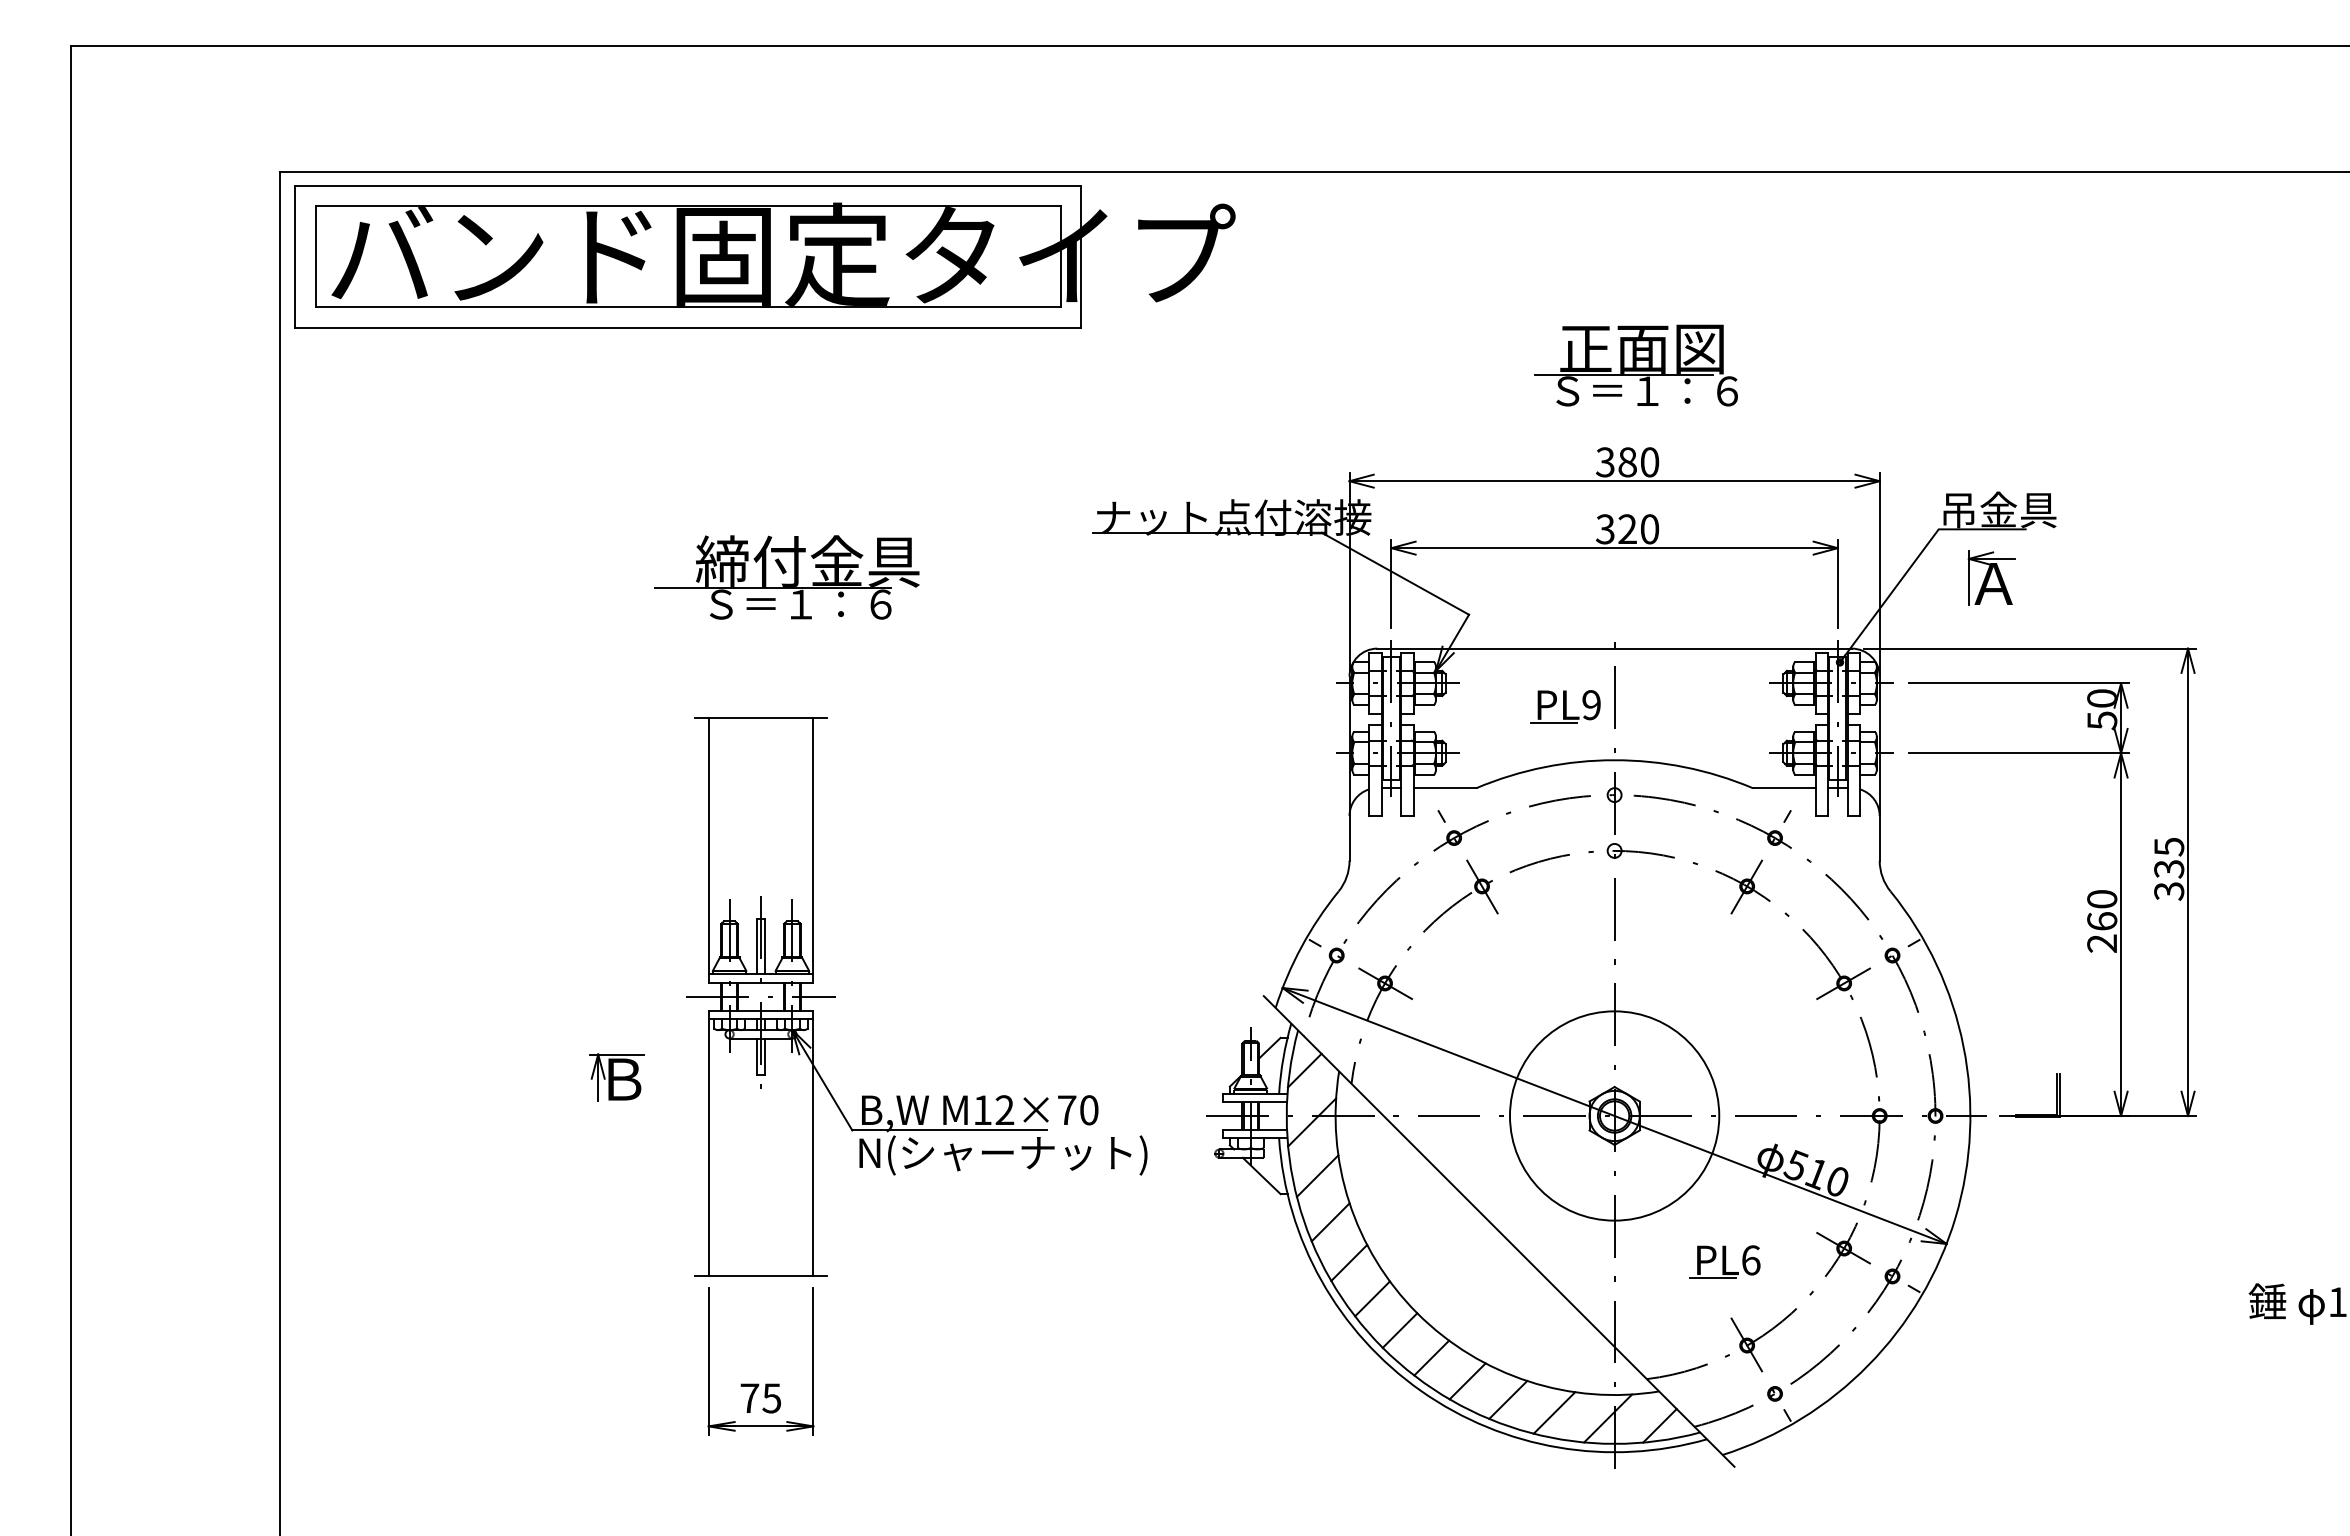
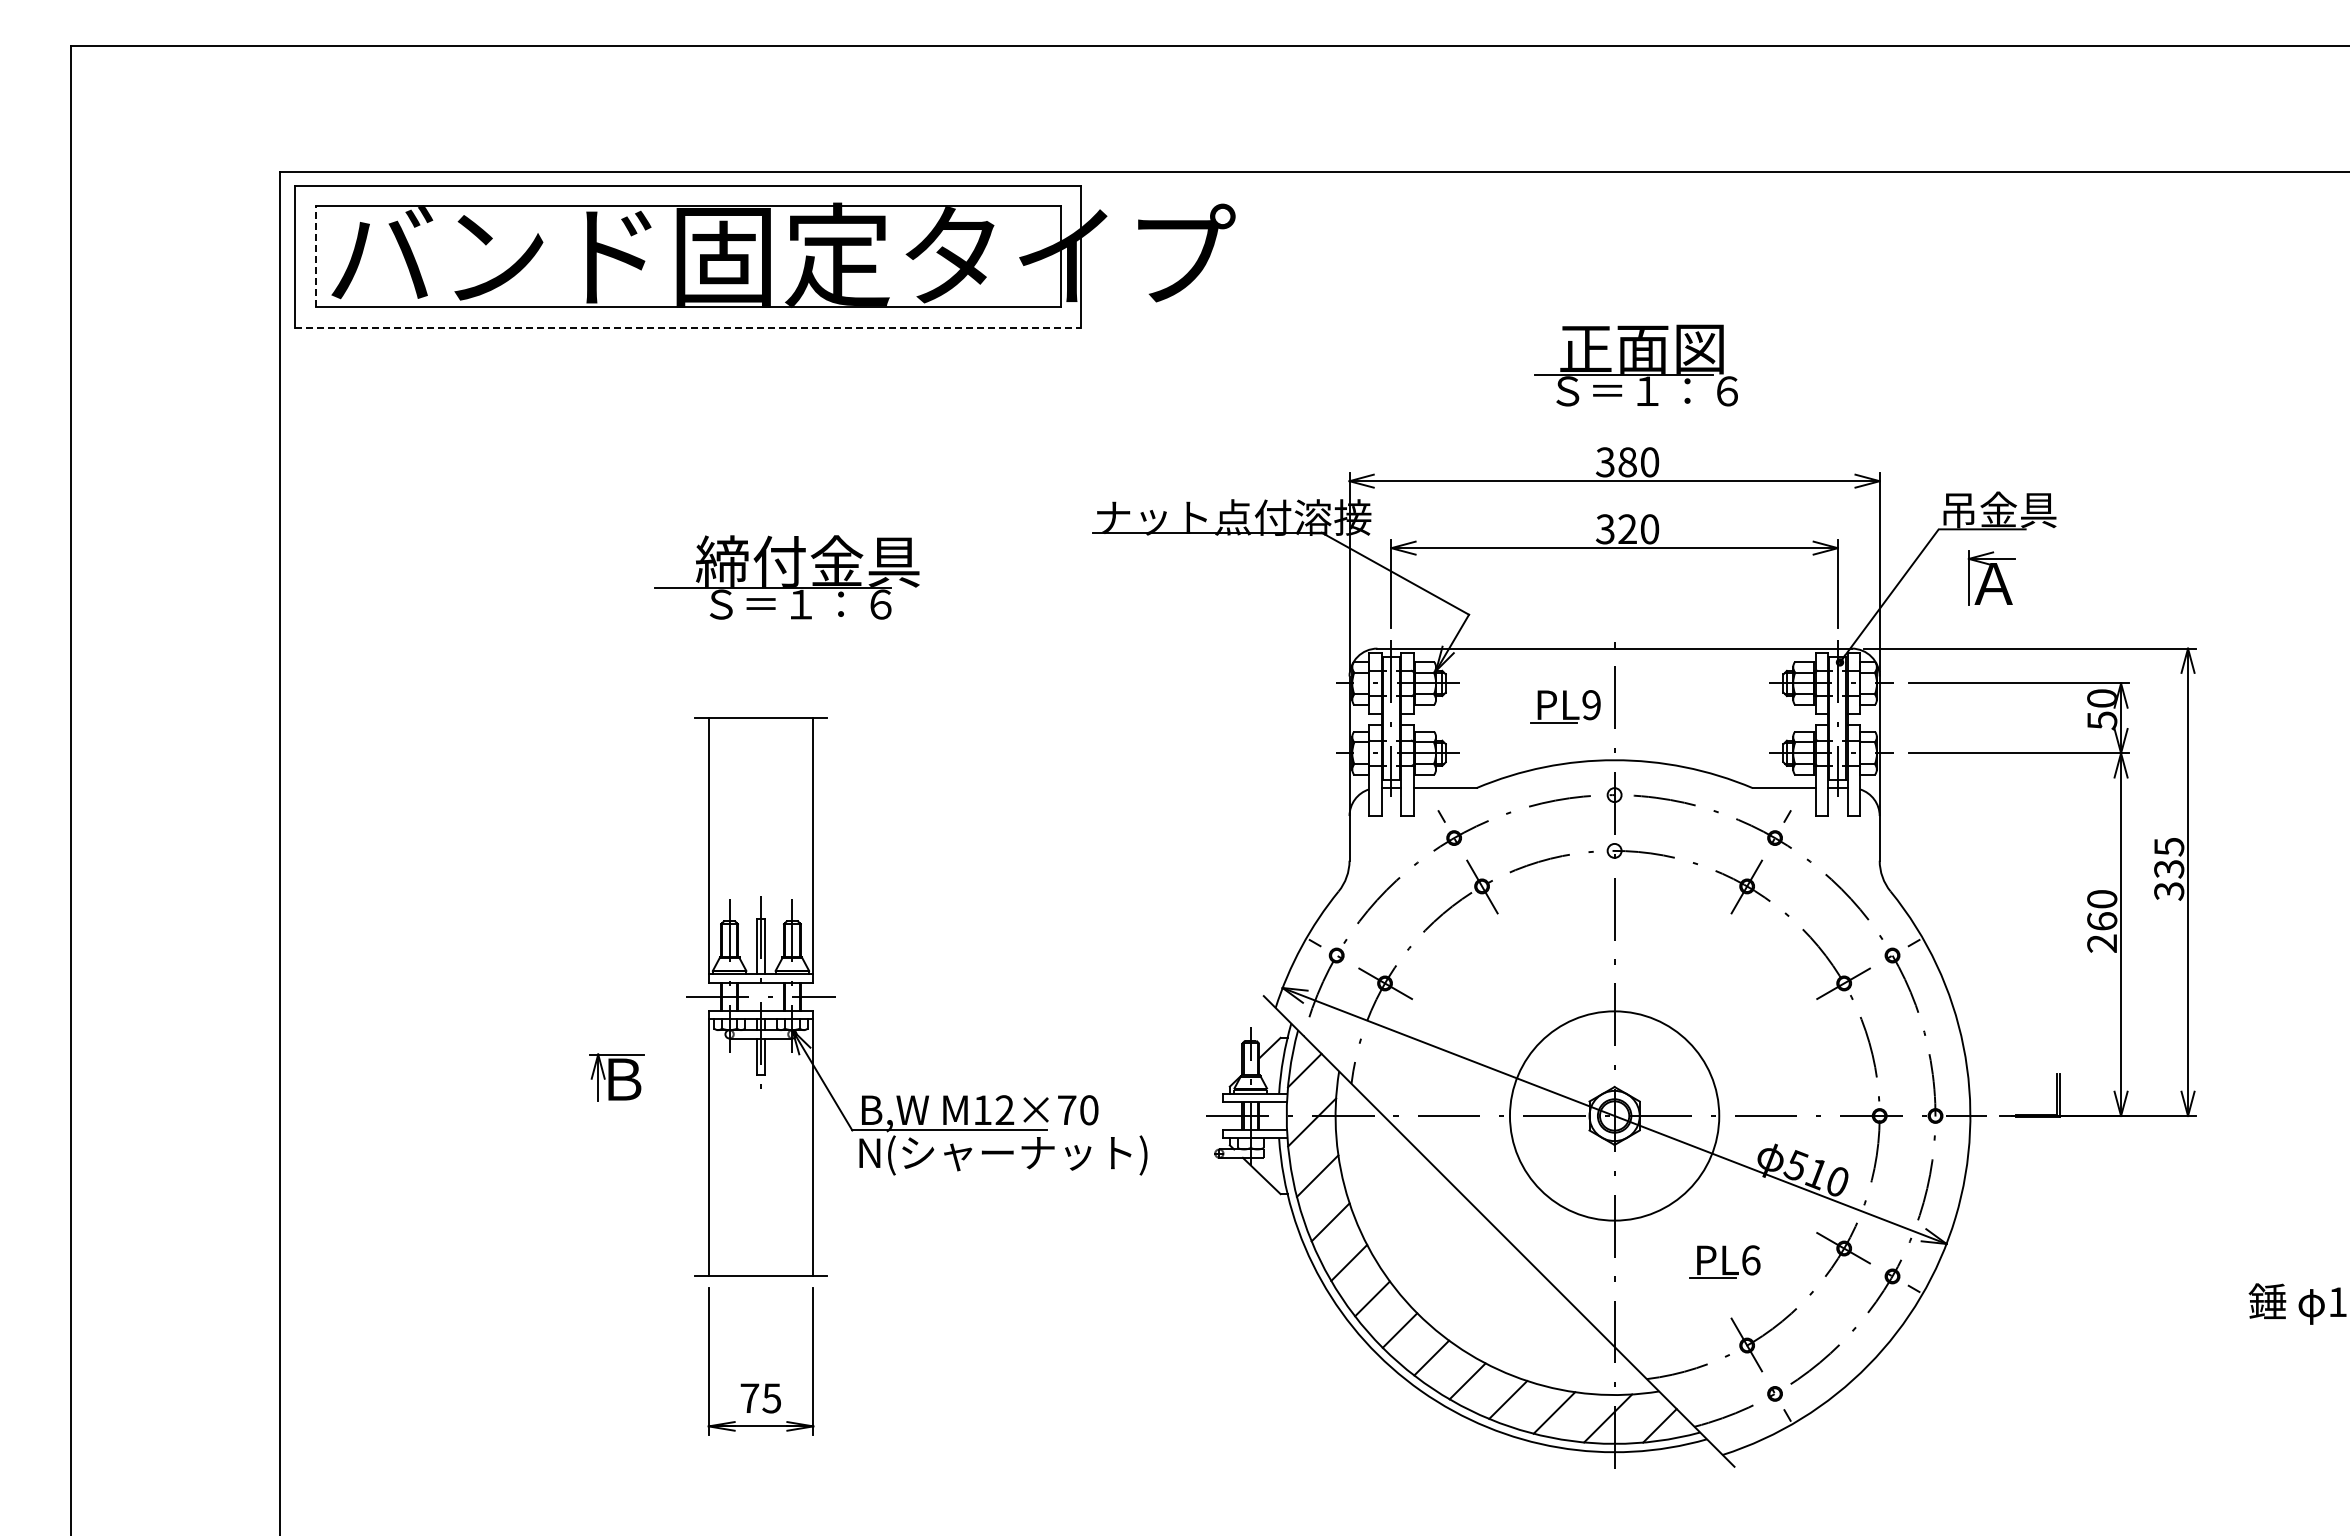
line at (315, 256): solid -> dashed
line at (688, 327): solid -> dashed
